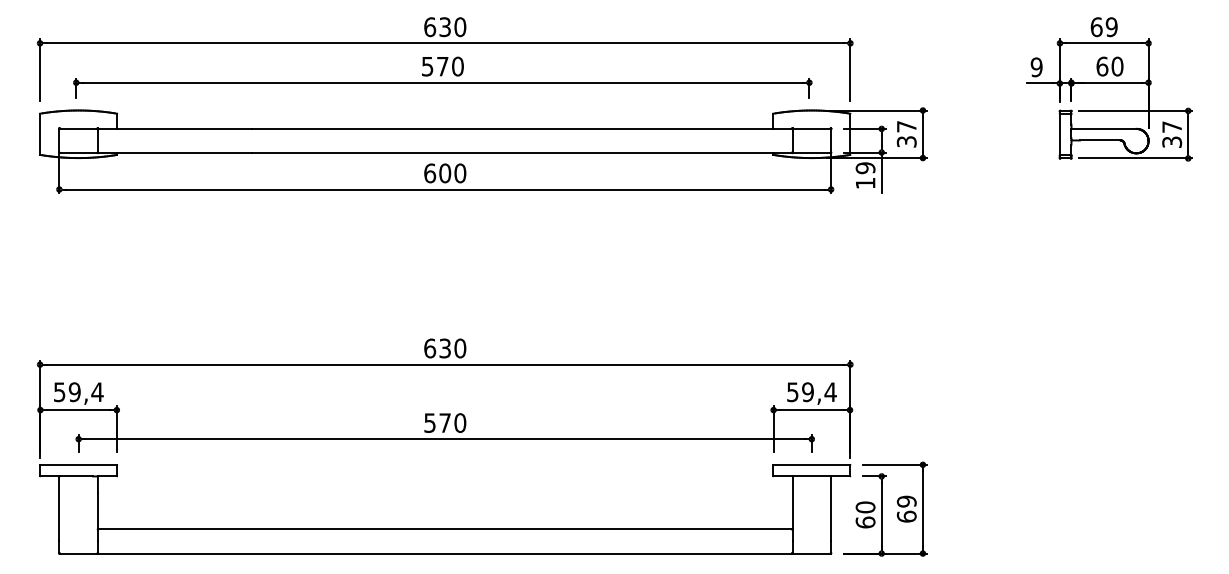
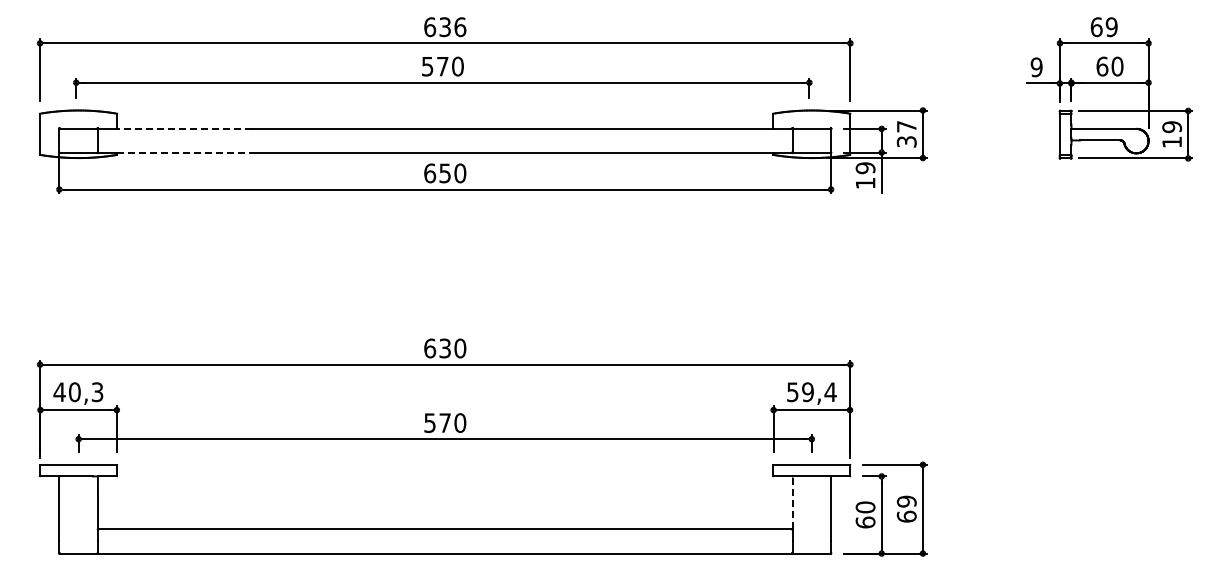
text at (460, 26): 630 -> 636
line at (184, 128): solid -> dashed
text at (1172, 134): 37 -> 19
line at (184, 152): solid -> dashed
text at (445, 173): 600 -> 650
text at (78, 392): 59,4 -> 40,3
line at (792, 502): solid -> dashed
